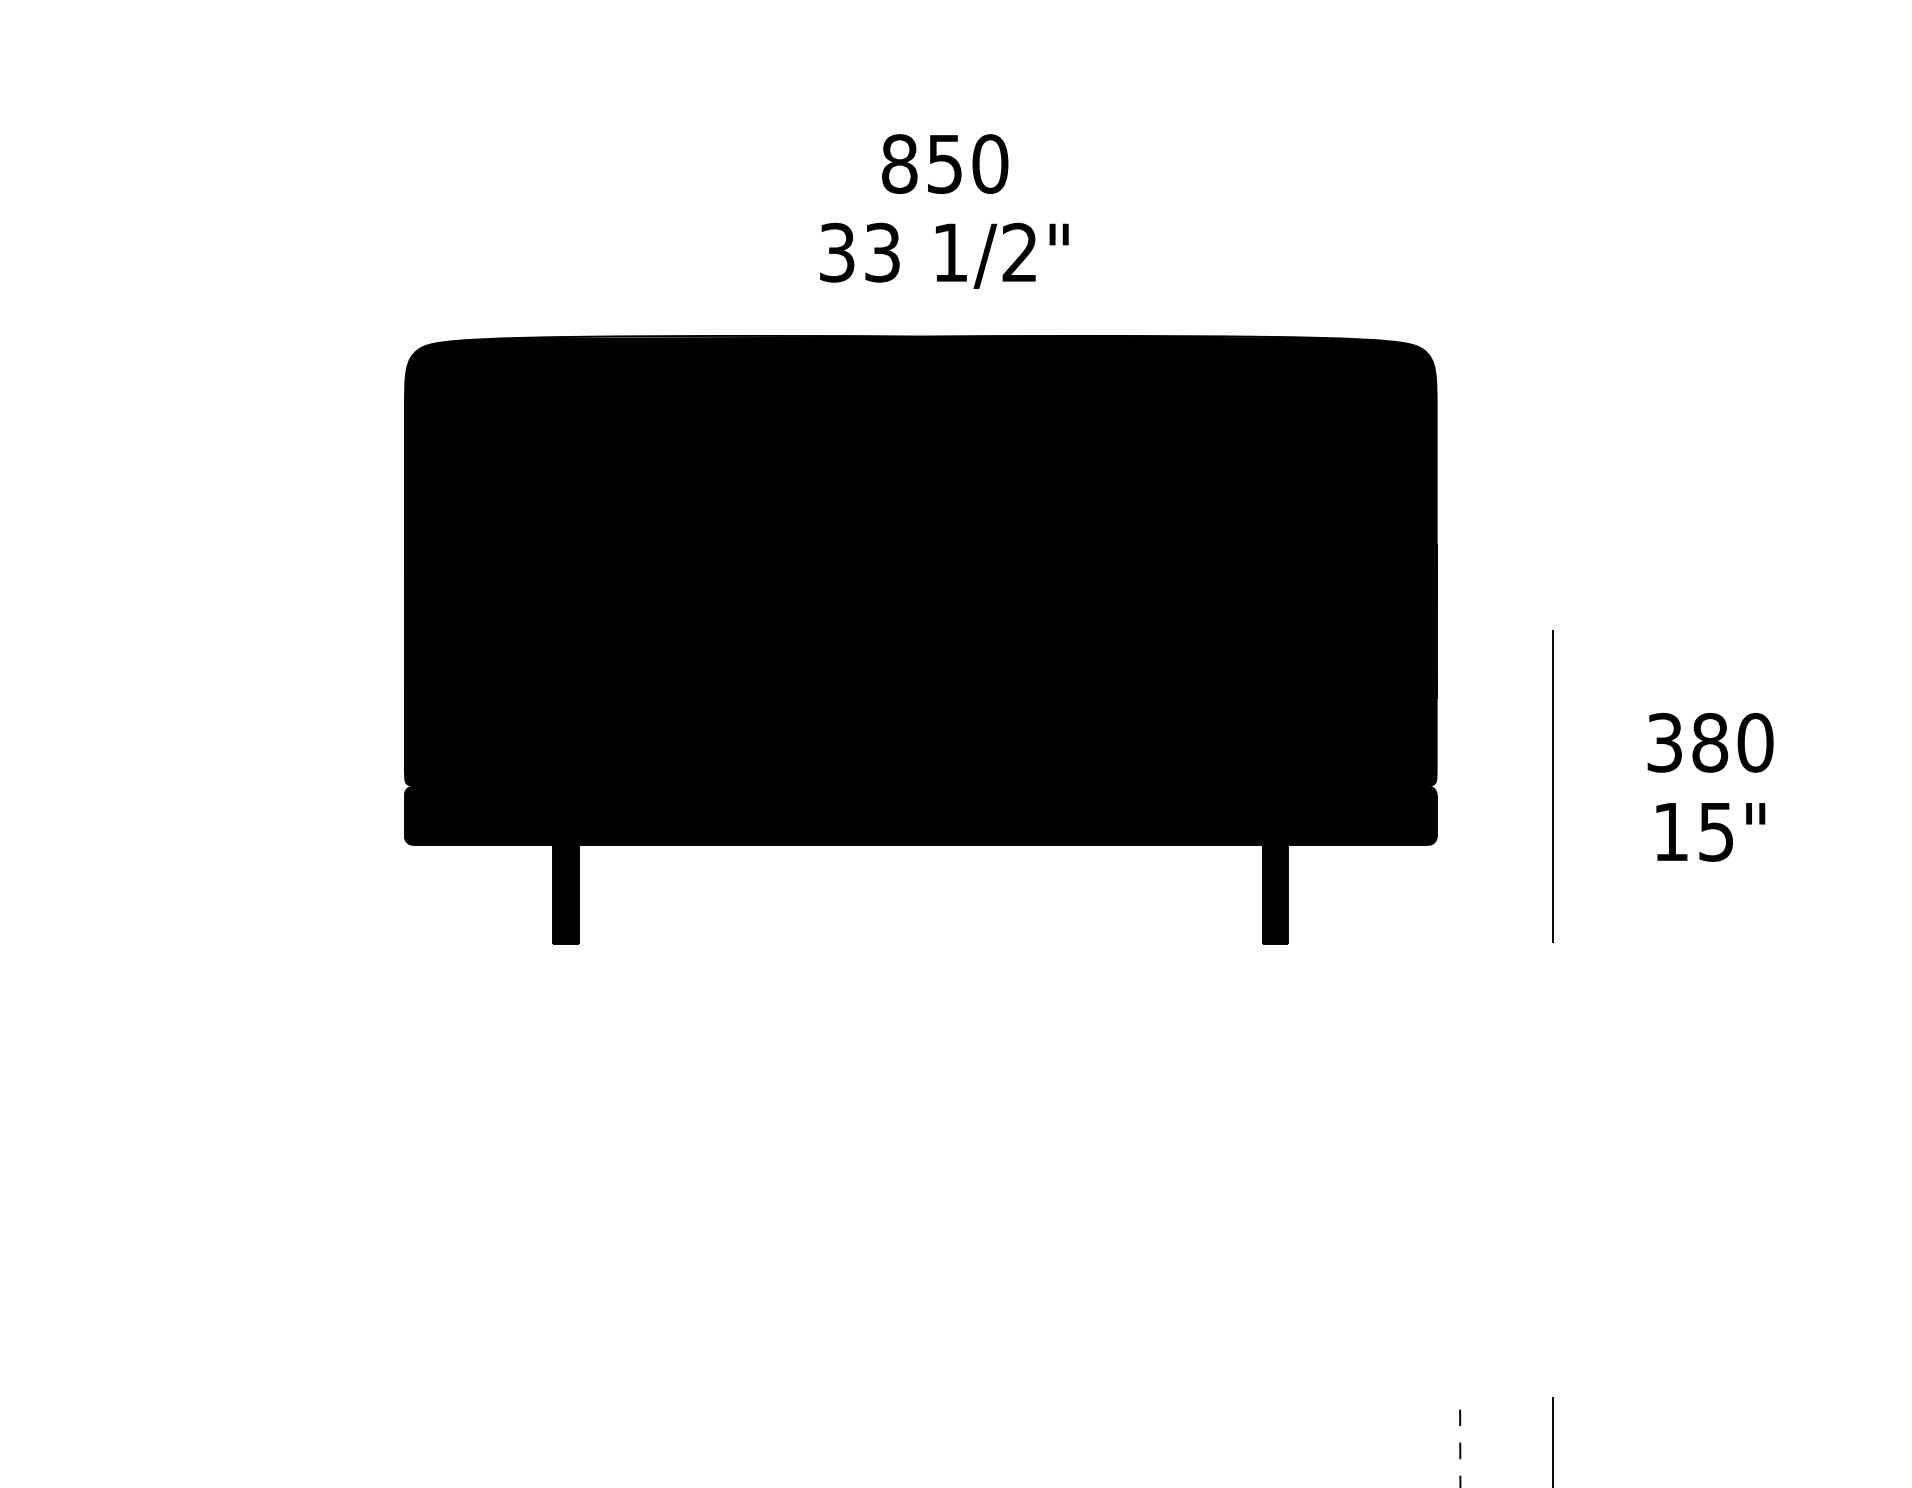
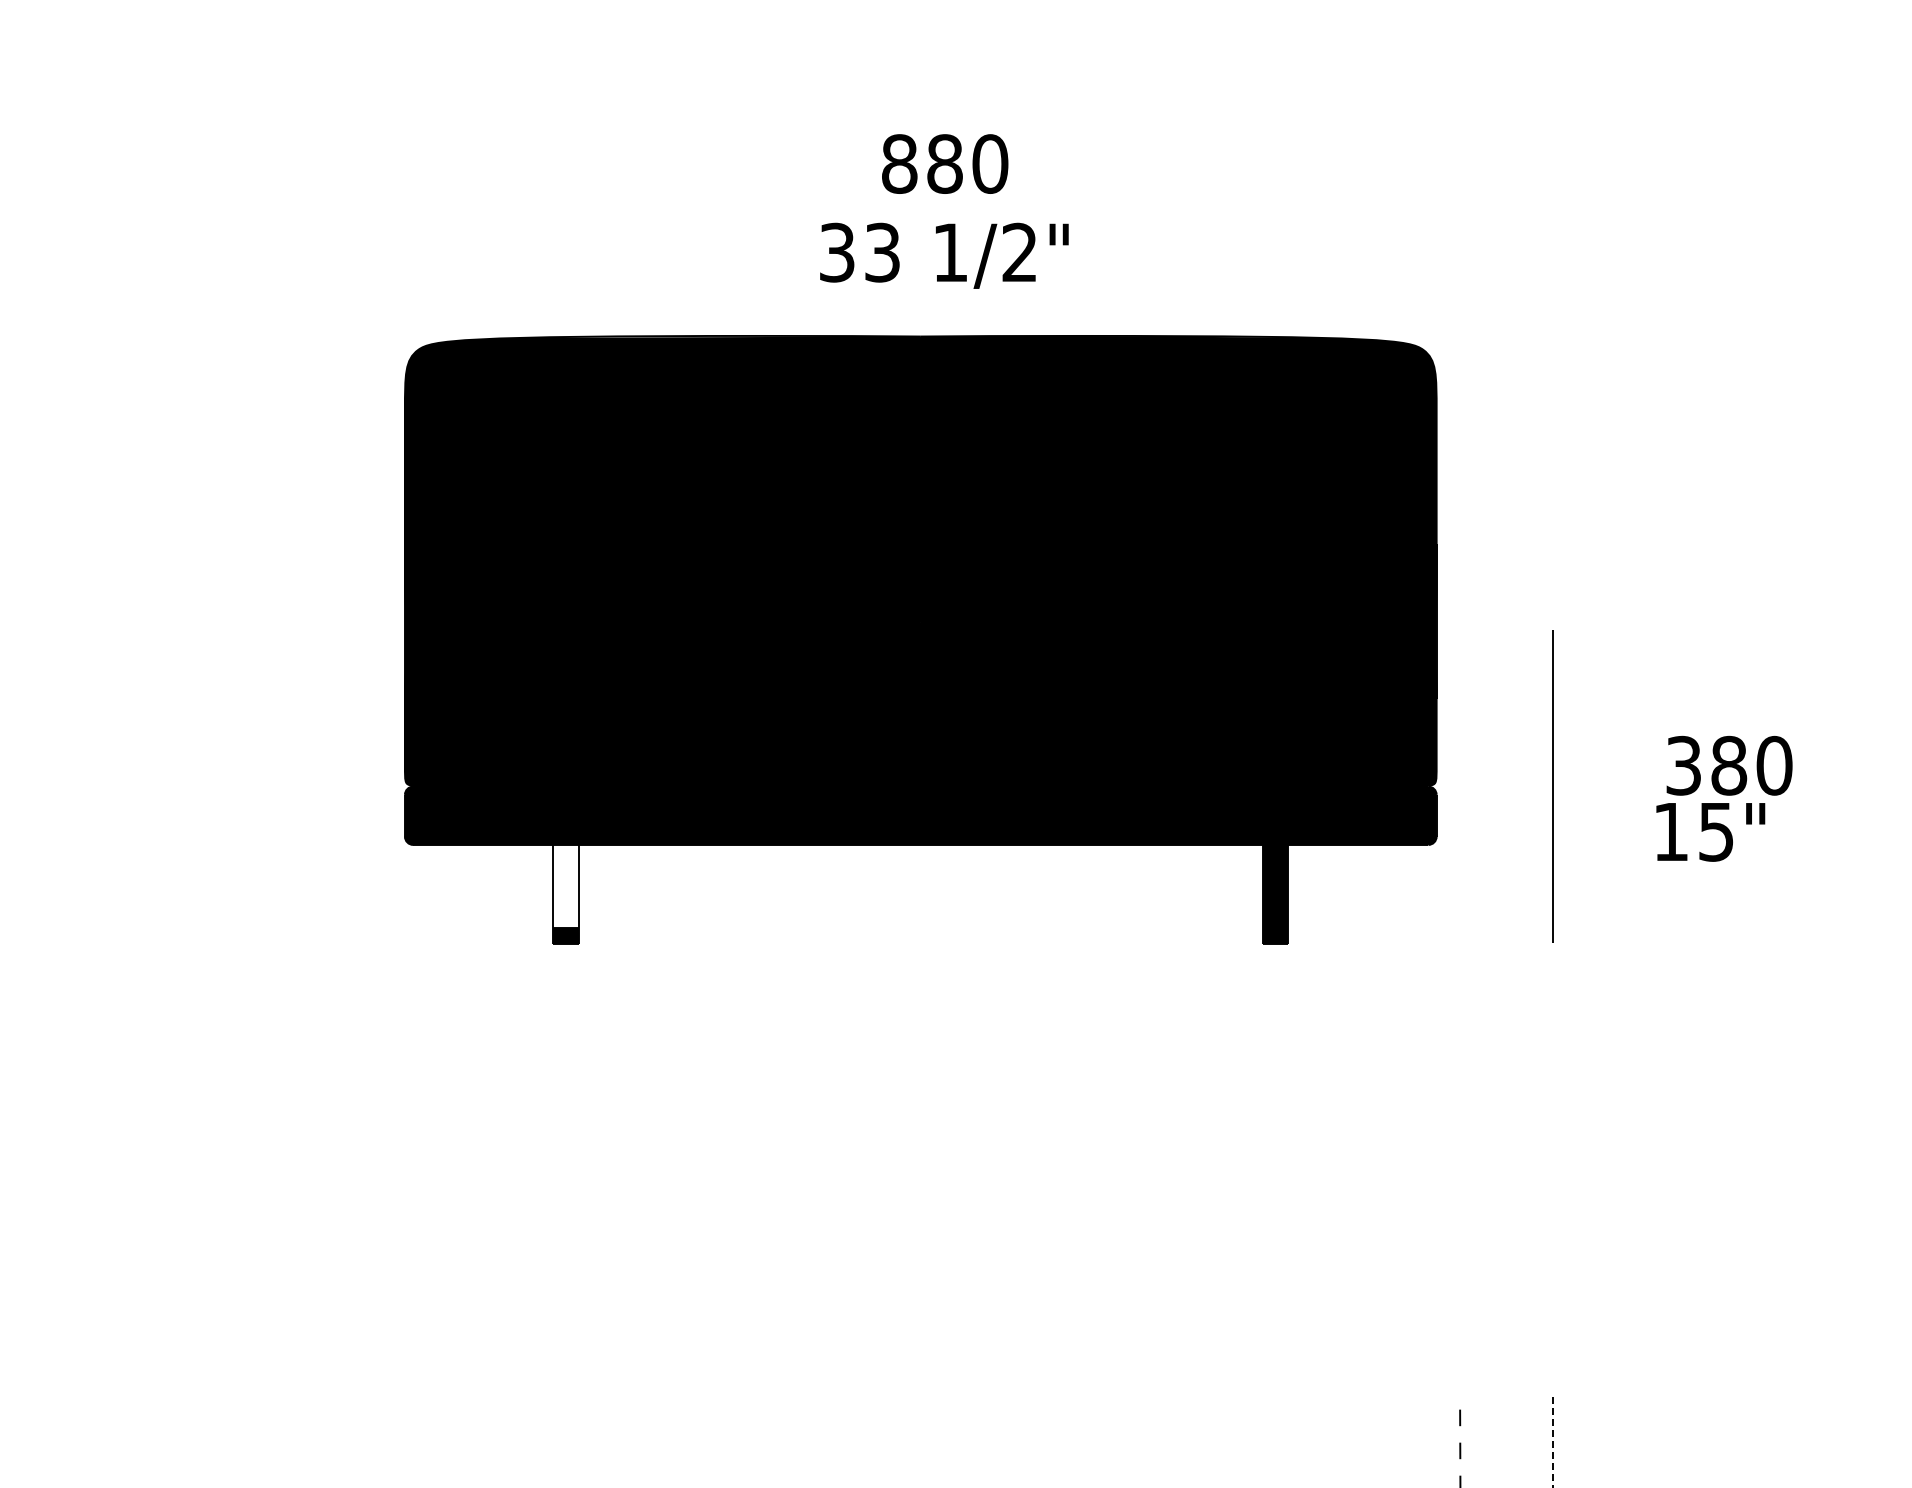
text at (944, 163): 850 -> 880
text at (1710, 742) position: (1710, 742) -> (1729, 765)
fill at (565, 885): present -> none
line at (1553, 1442): solid -> dashed
